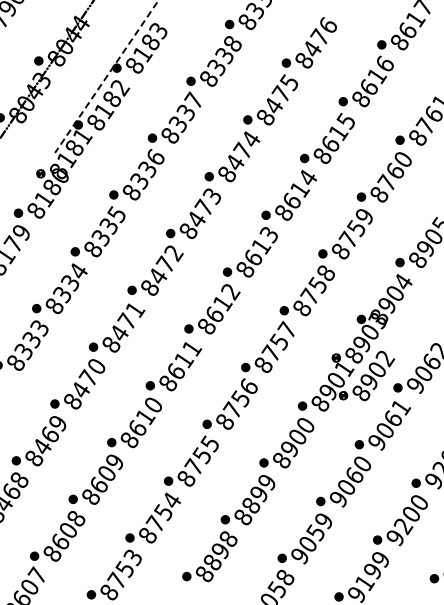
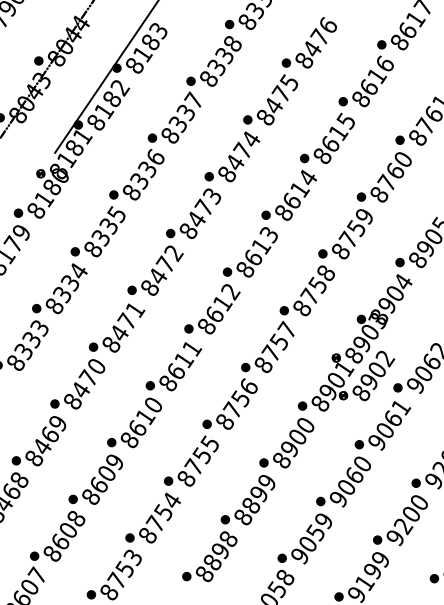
line at (106, 76): dashed -> solid
